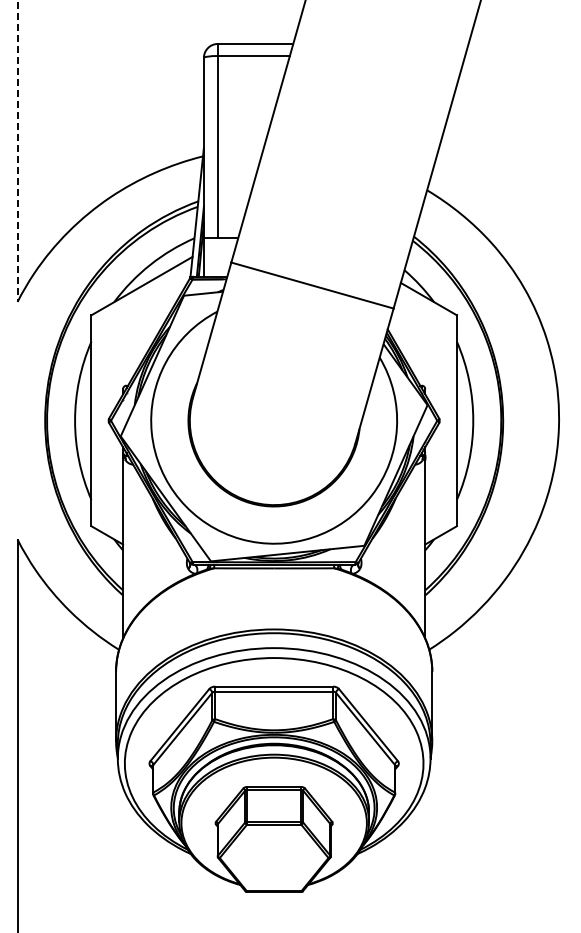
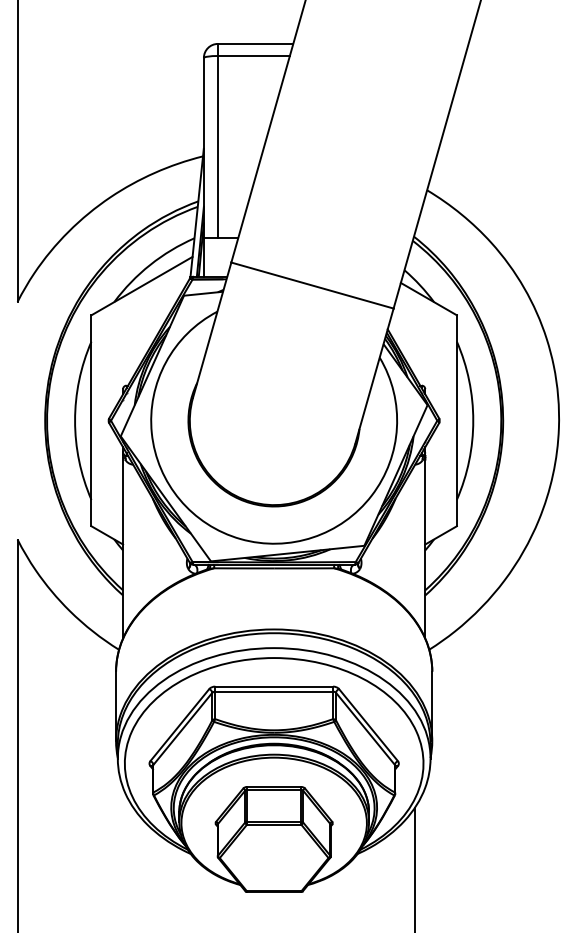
line at (17, 151): dashed -> solid
line at (414, 868): none -> present
